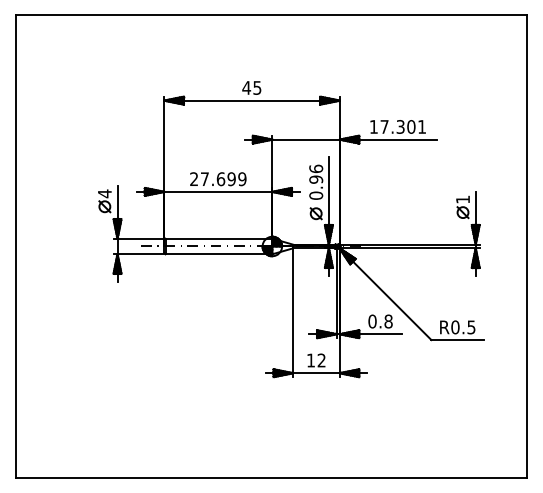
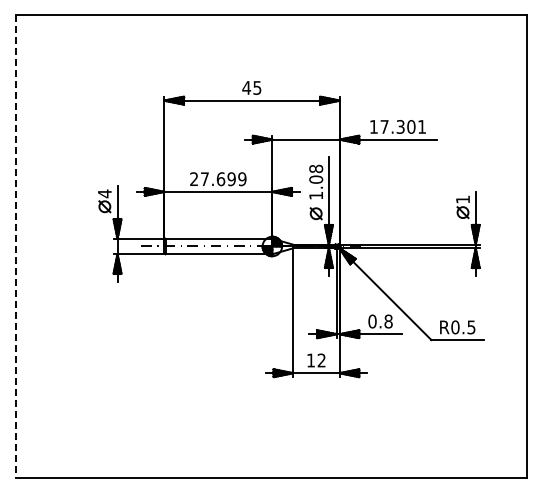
text at (316, 181): 0.96 -> 1.08
line at (16, 246): solid -> dashed
